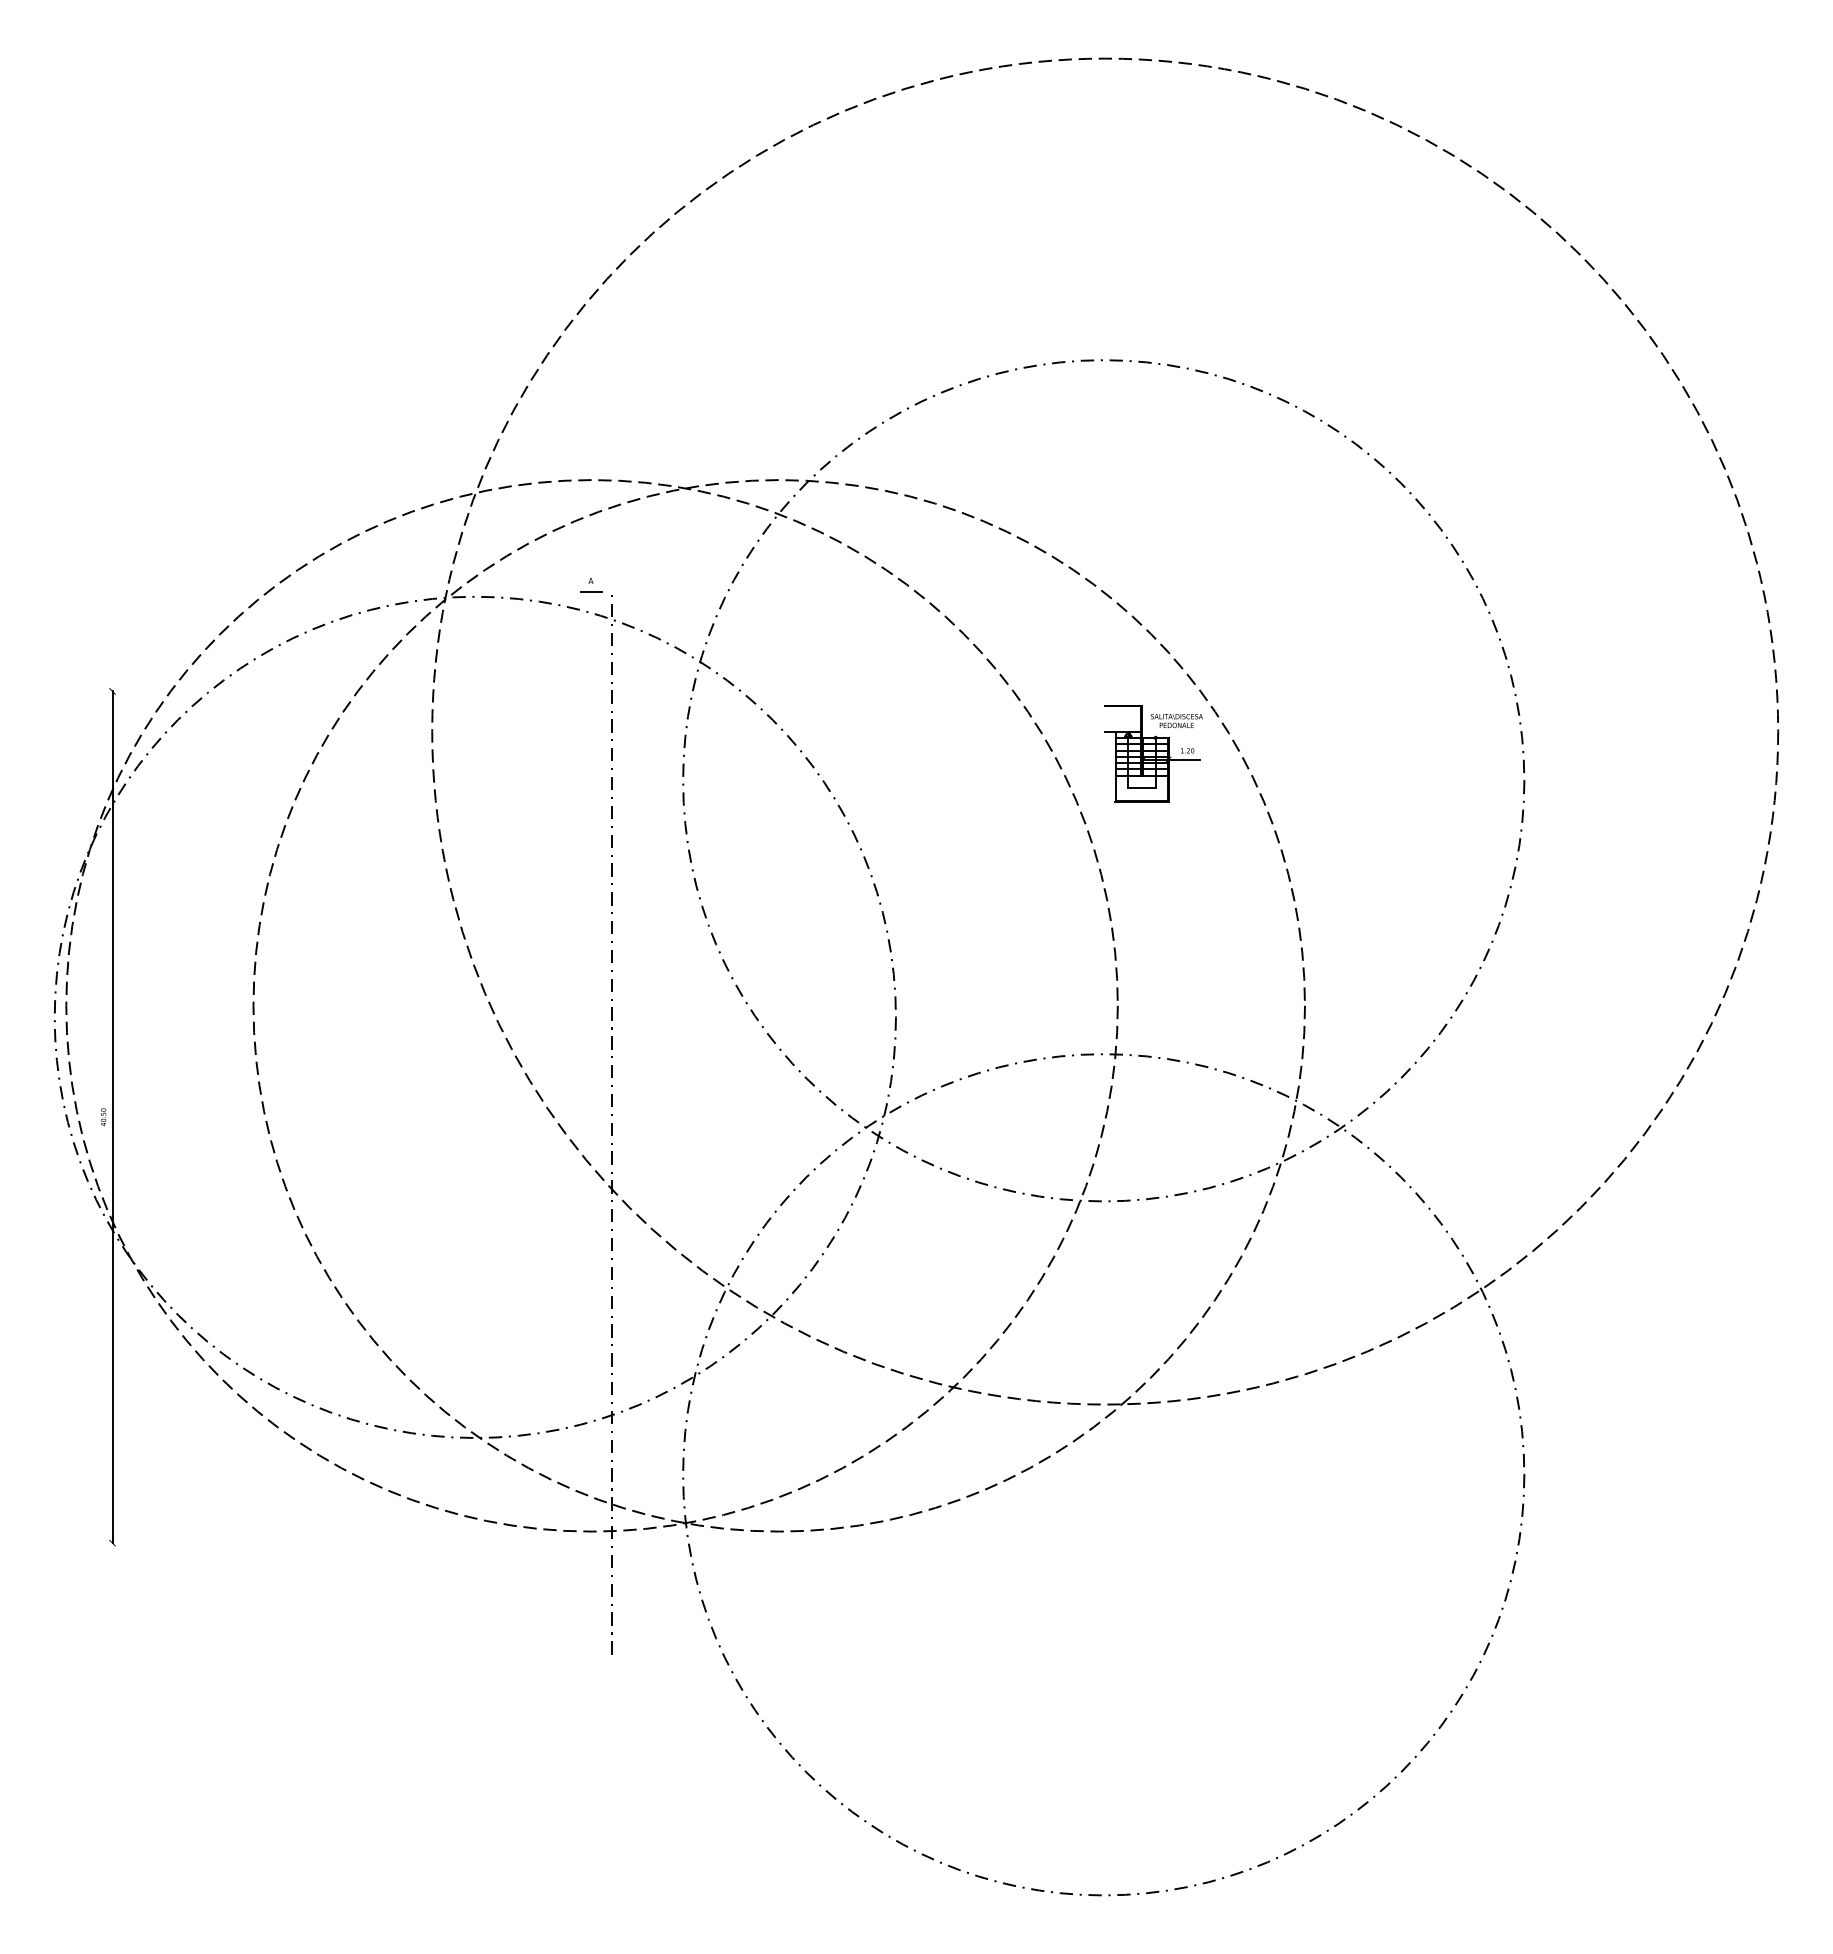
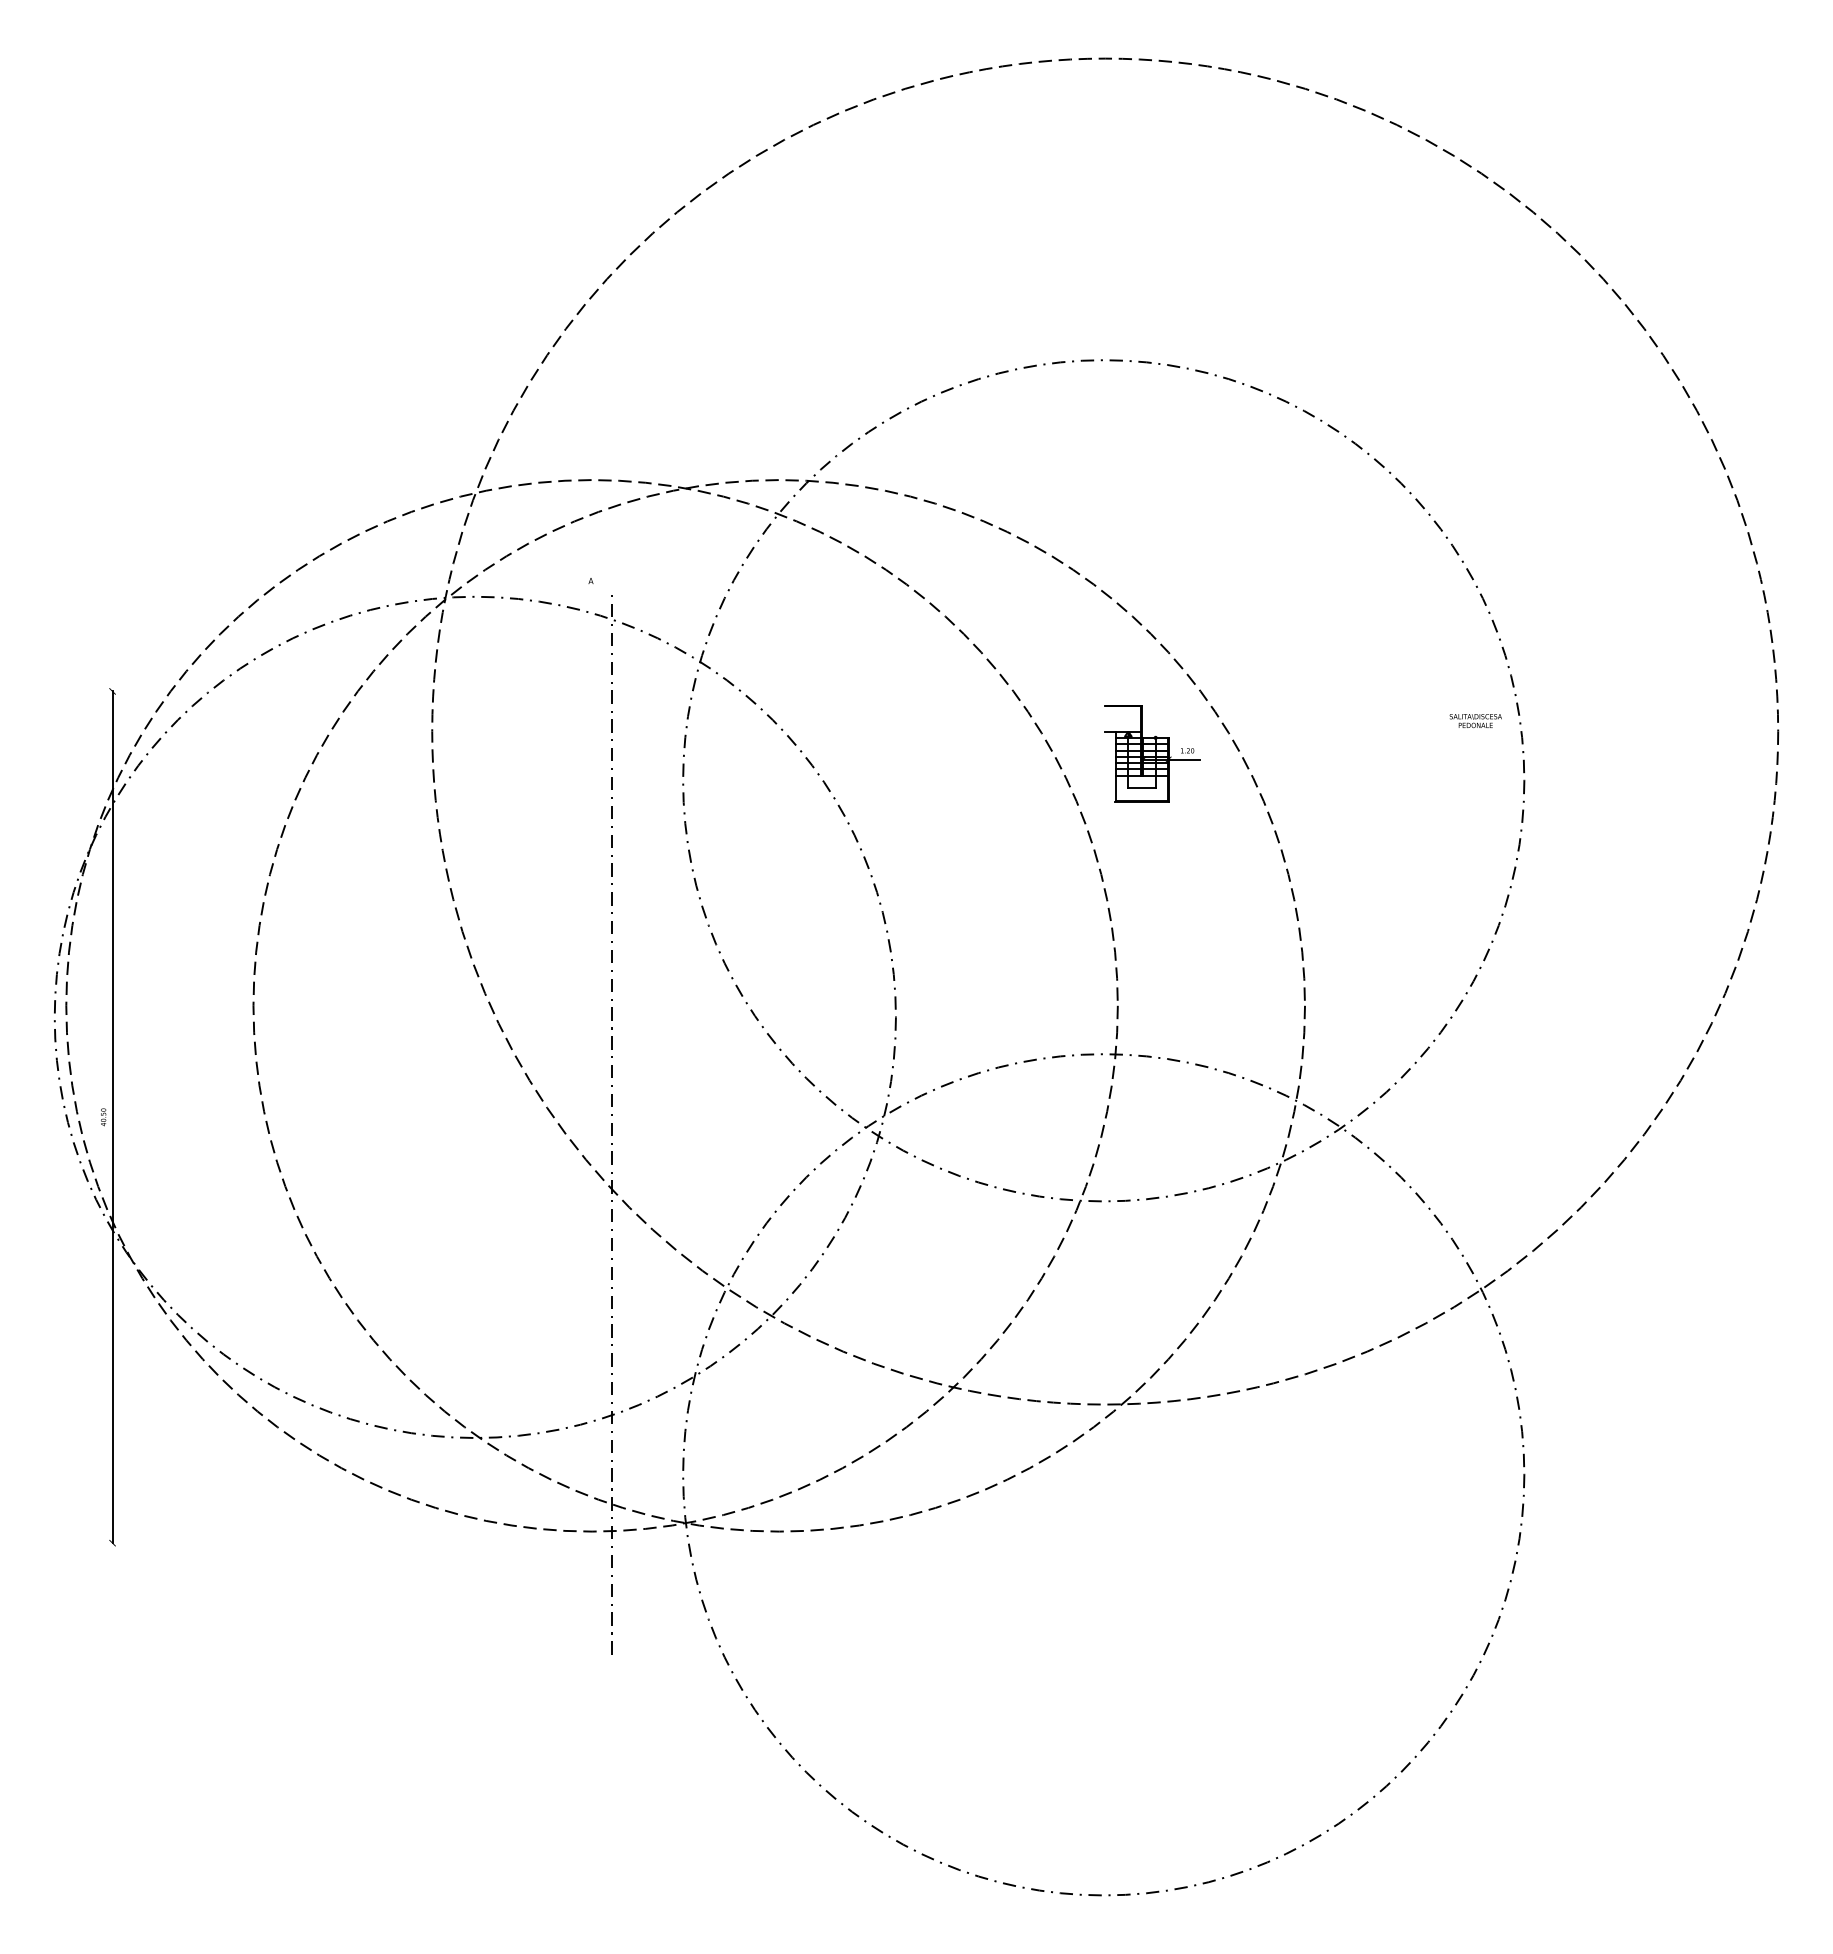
line at (591, 591): present -> none
text at (1176, 721) position: (1176, 721) -> (1475, 721)
